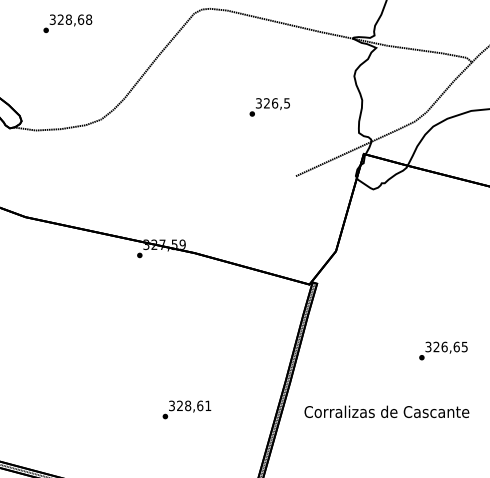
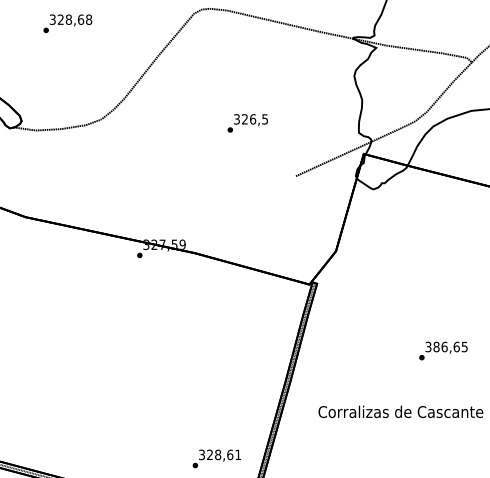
text at (269, 107) position: (269, 107) -> (247, 123)
text at (436, 346): 326,65 -> 386,65
text at (186, 409) position: (186, 409) -> (216, 458)
text at (386, 411) position: (386, 411) -> (400, 411)
